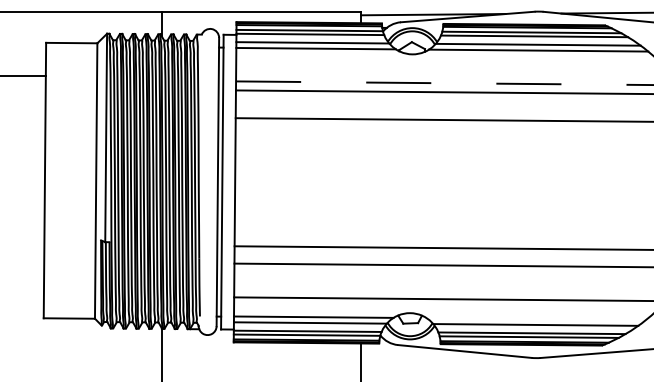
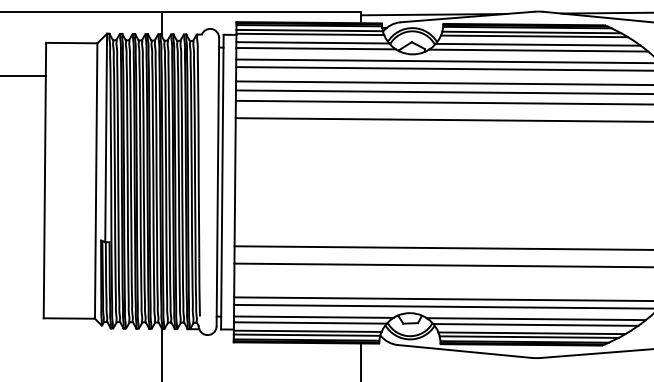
line at (443, 61): none -> present
line at (443, 68): none -> present
line at (444, 83): dashed -> solid
line at (442, 102): none -> present
line at (442, 306): none -> present
line at (535, 319): none -> present
